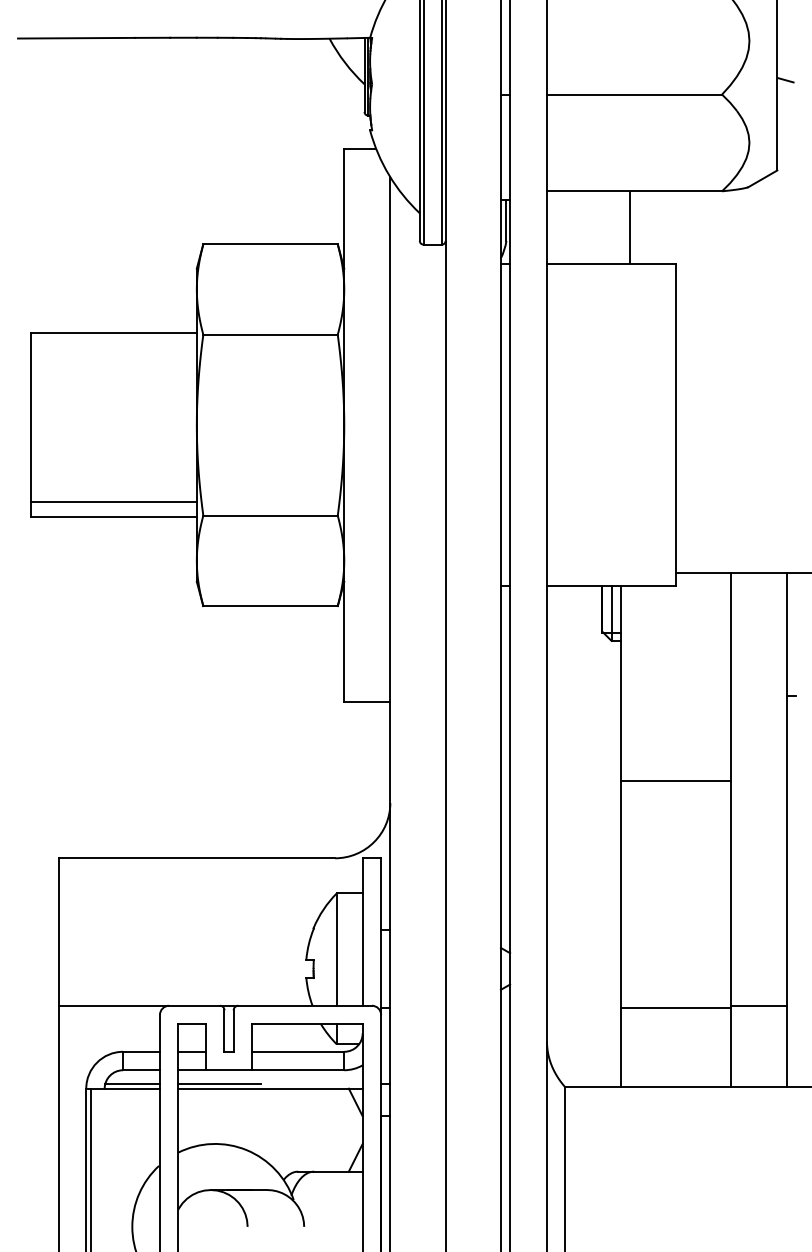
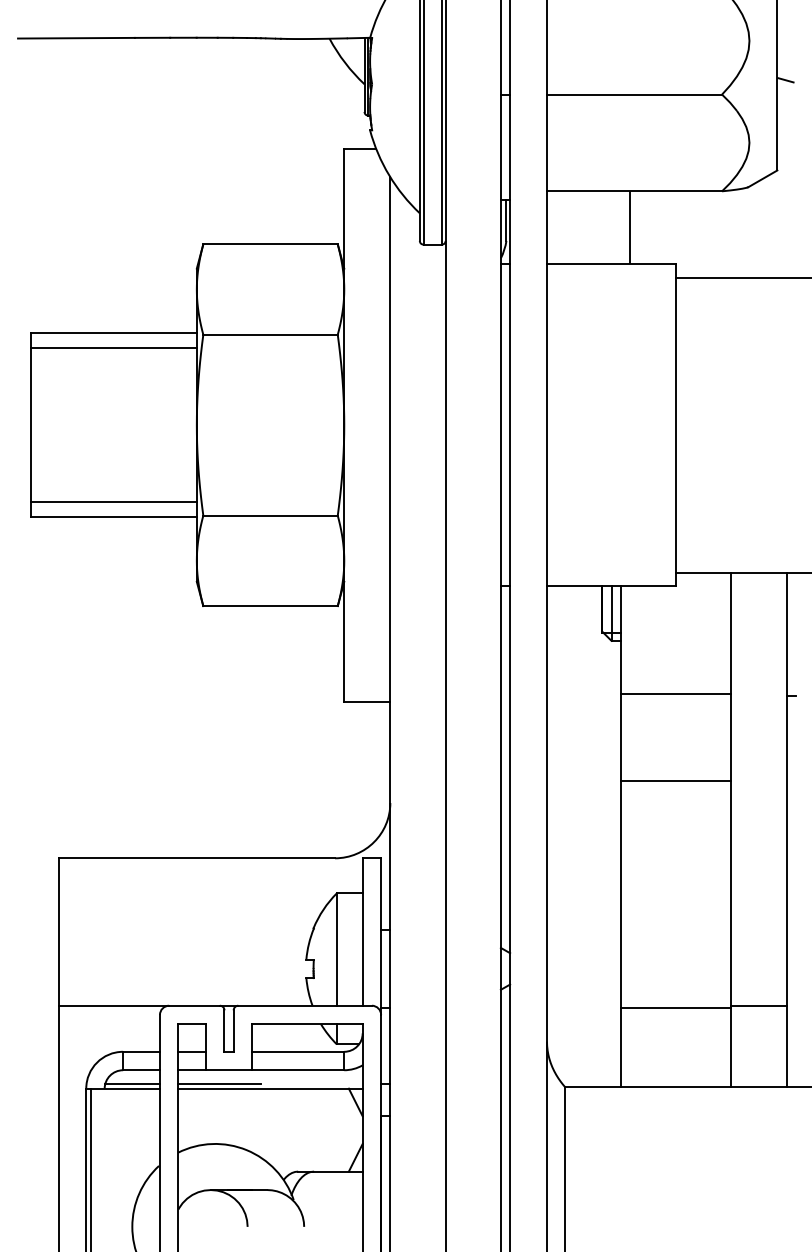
line at (741, 277): none -> present
line at (113, 348): none -> present
line at (675, 694): none -> present
